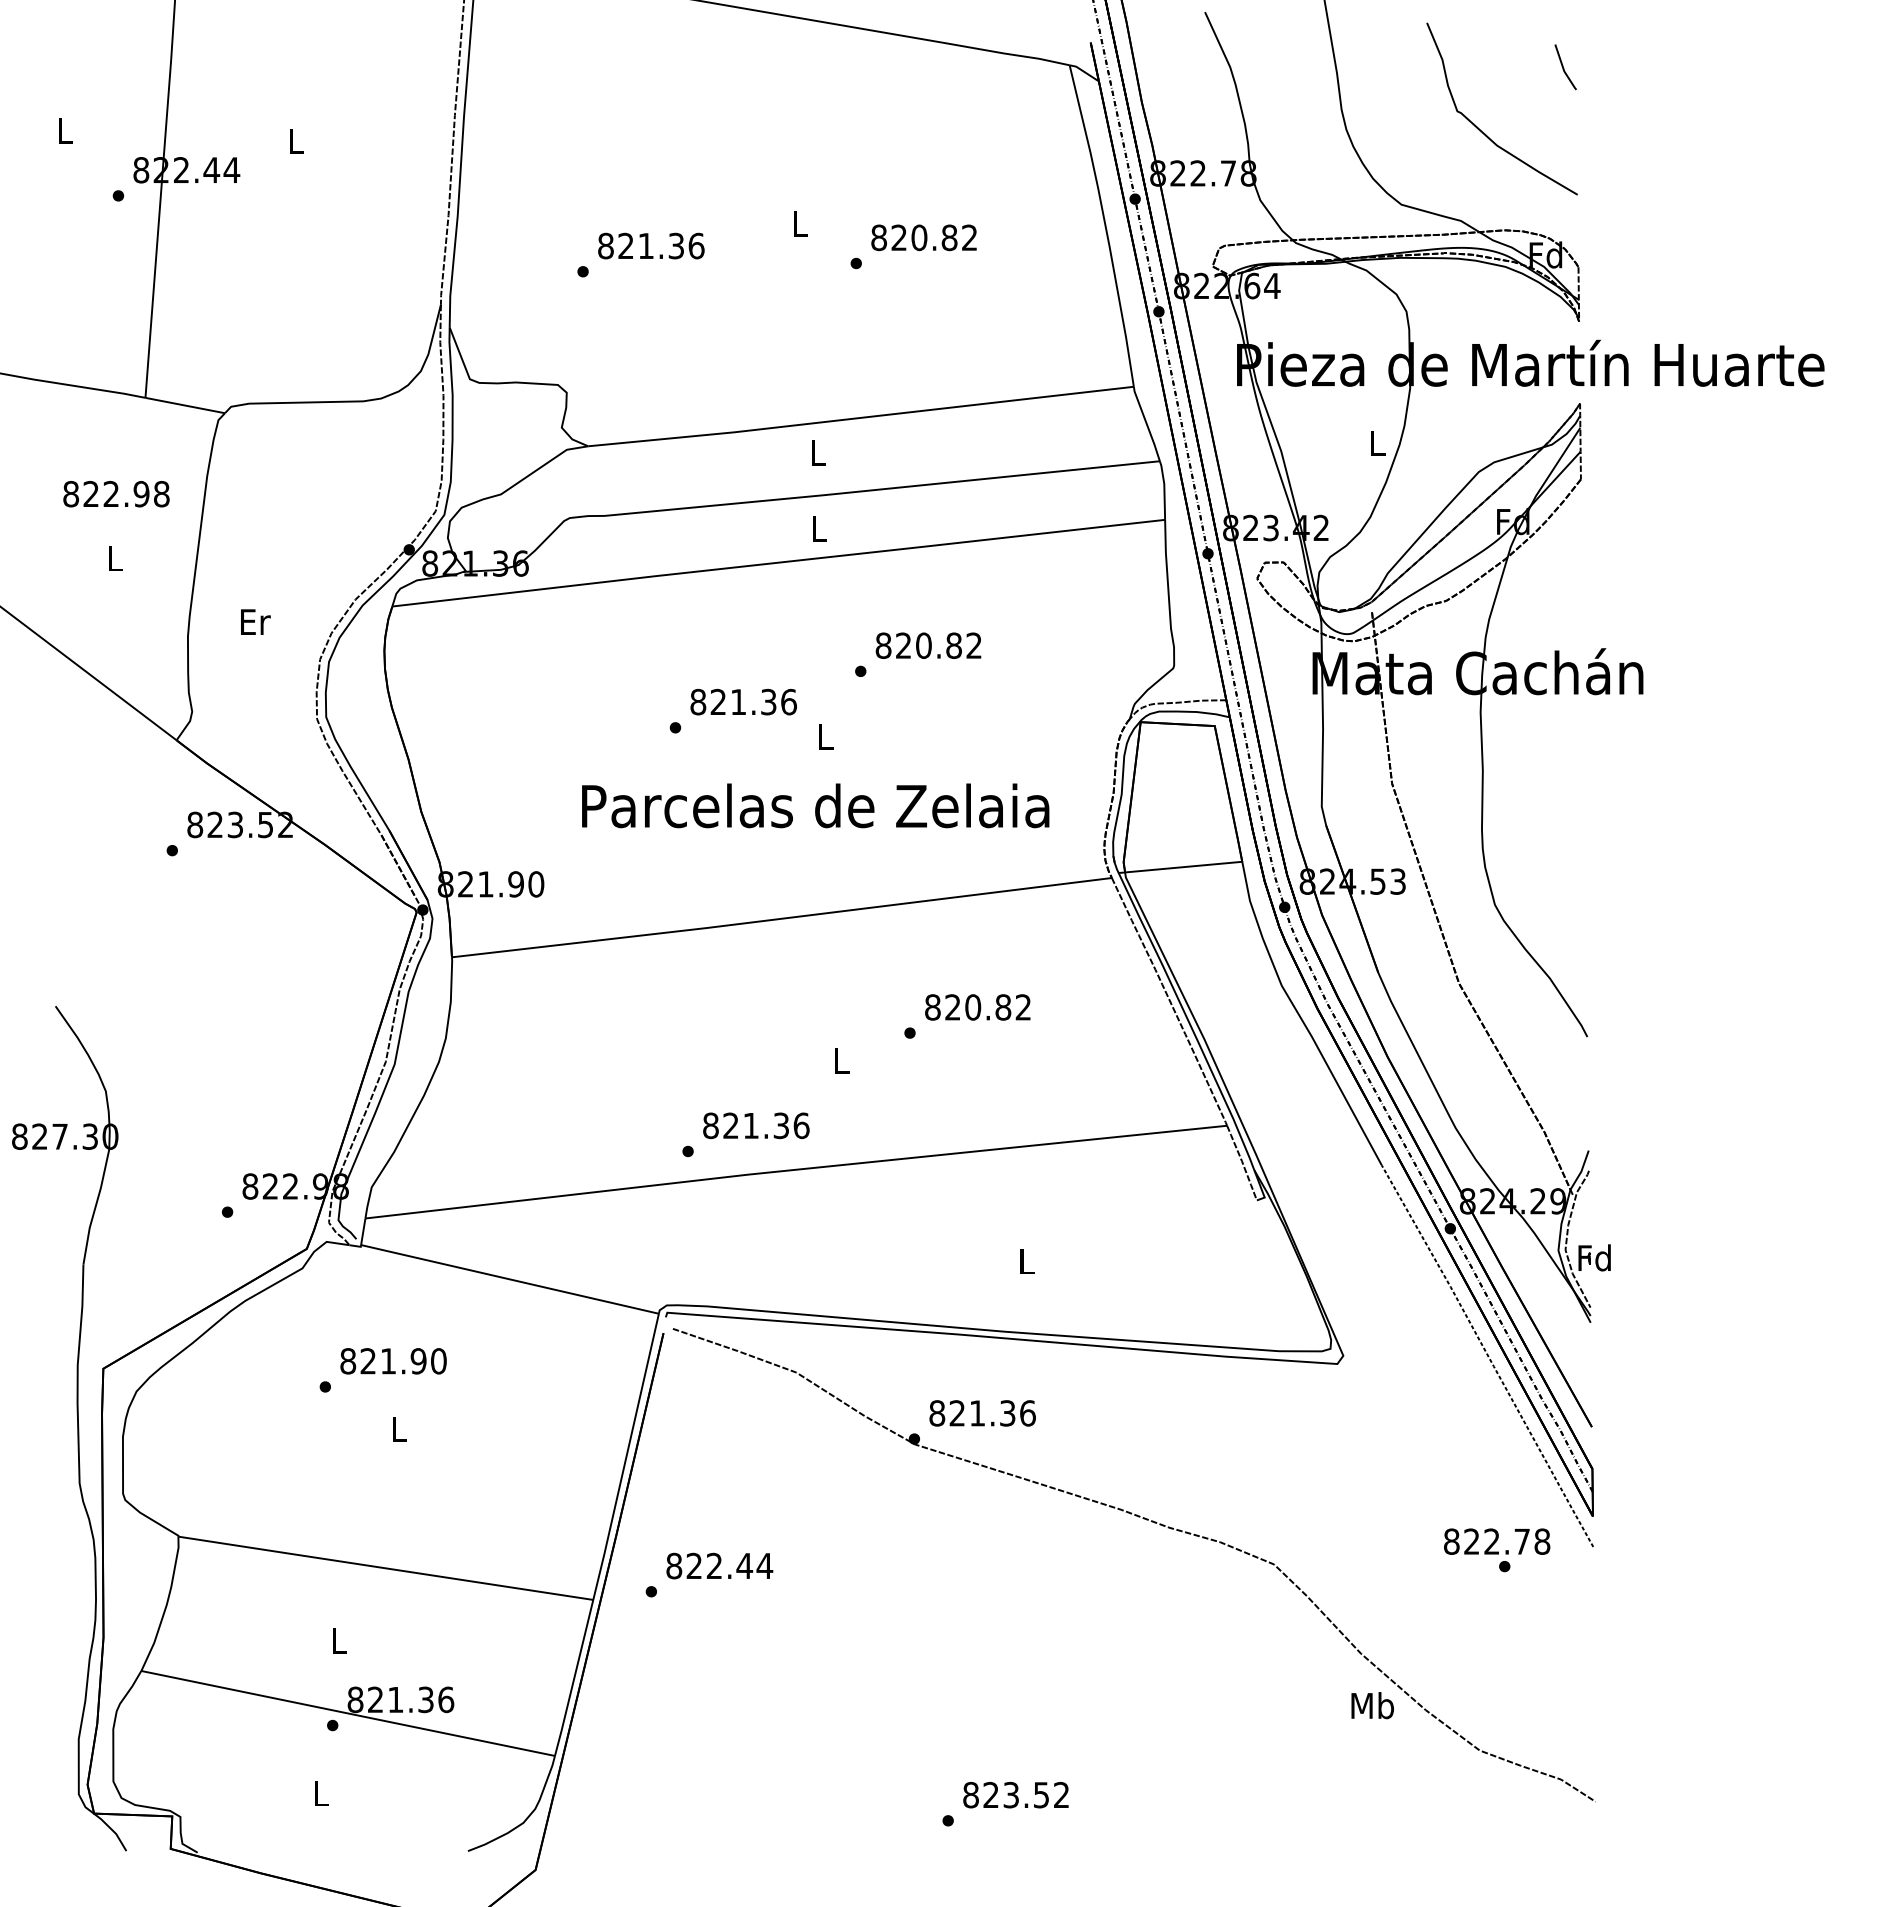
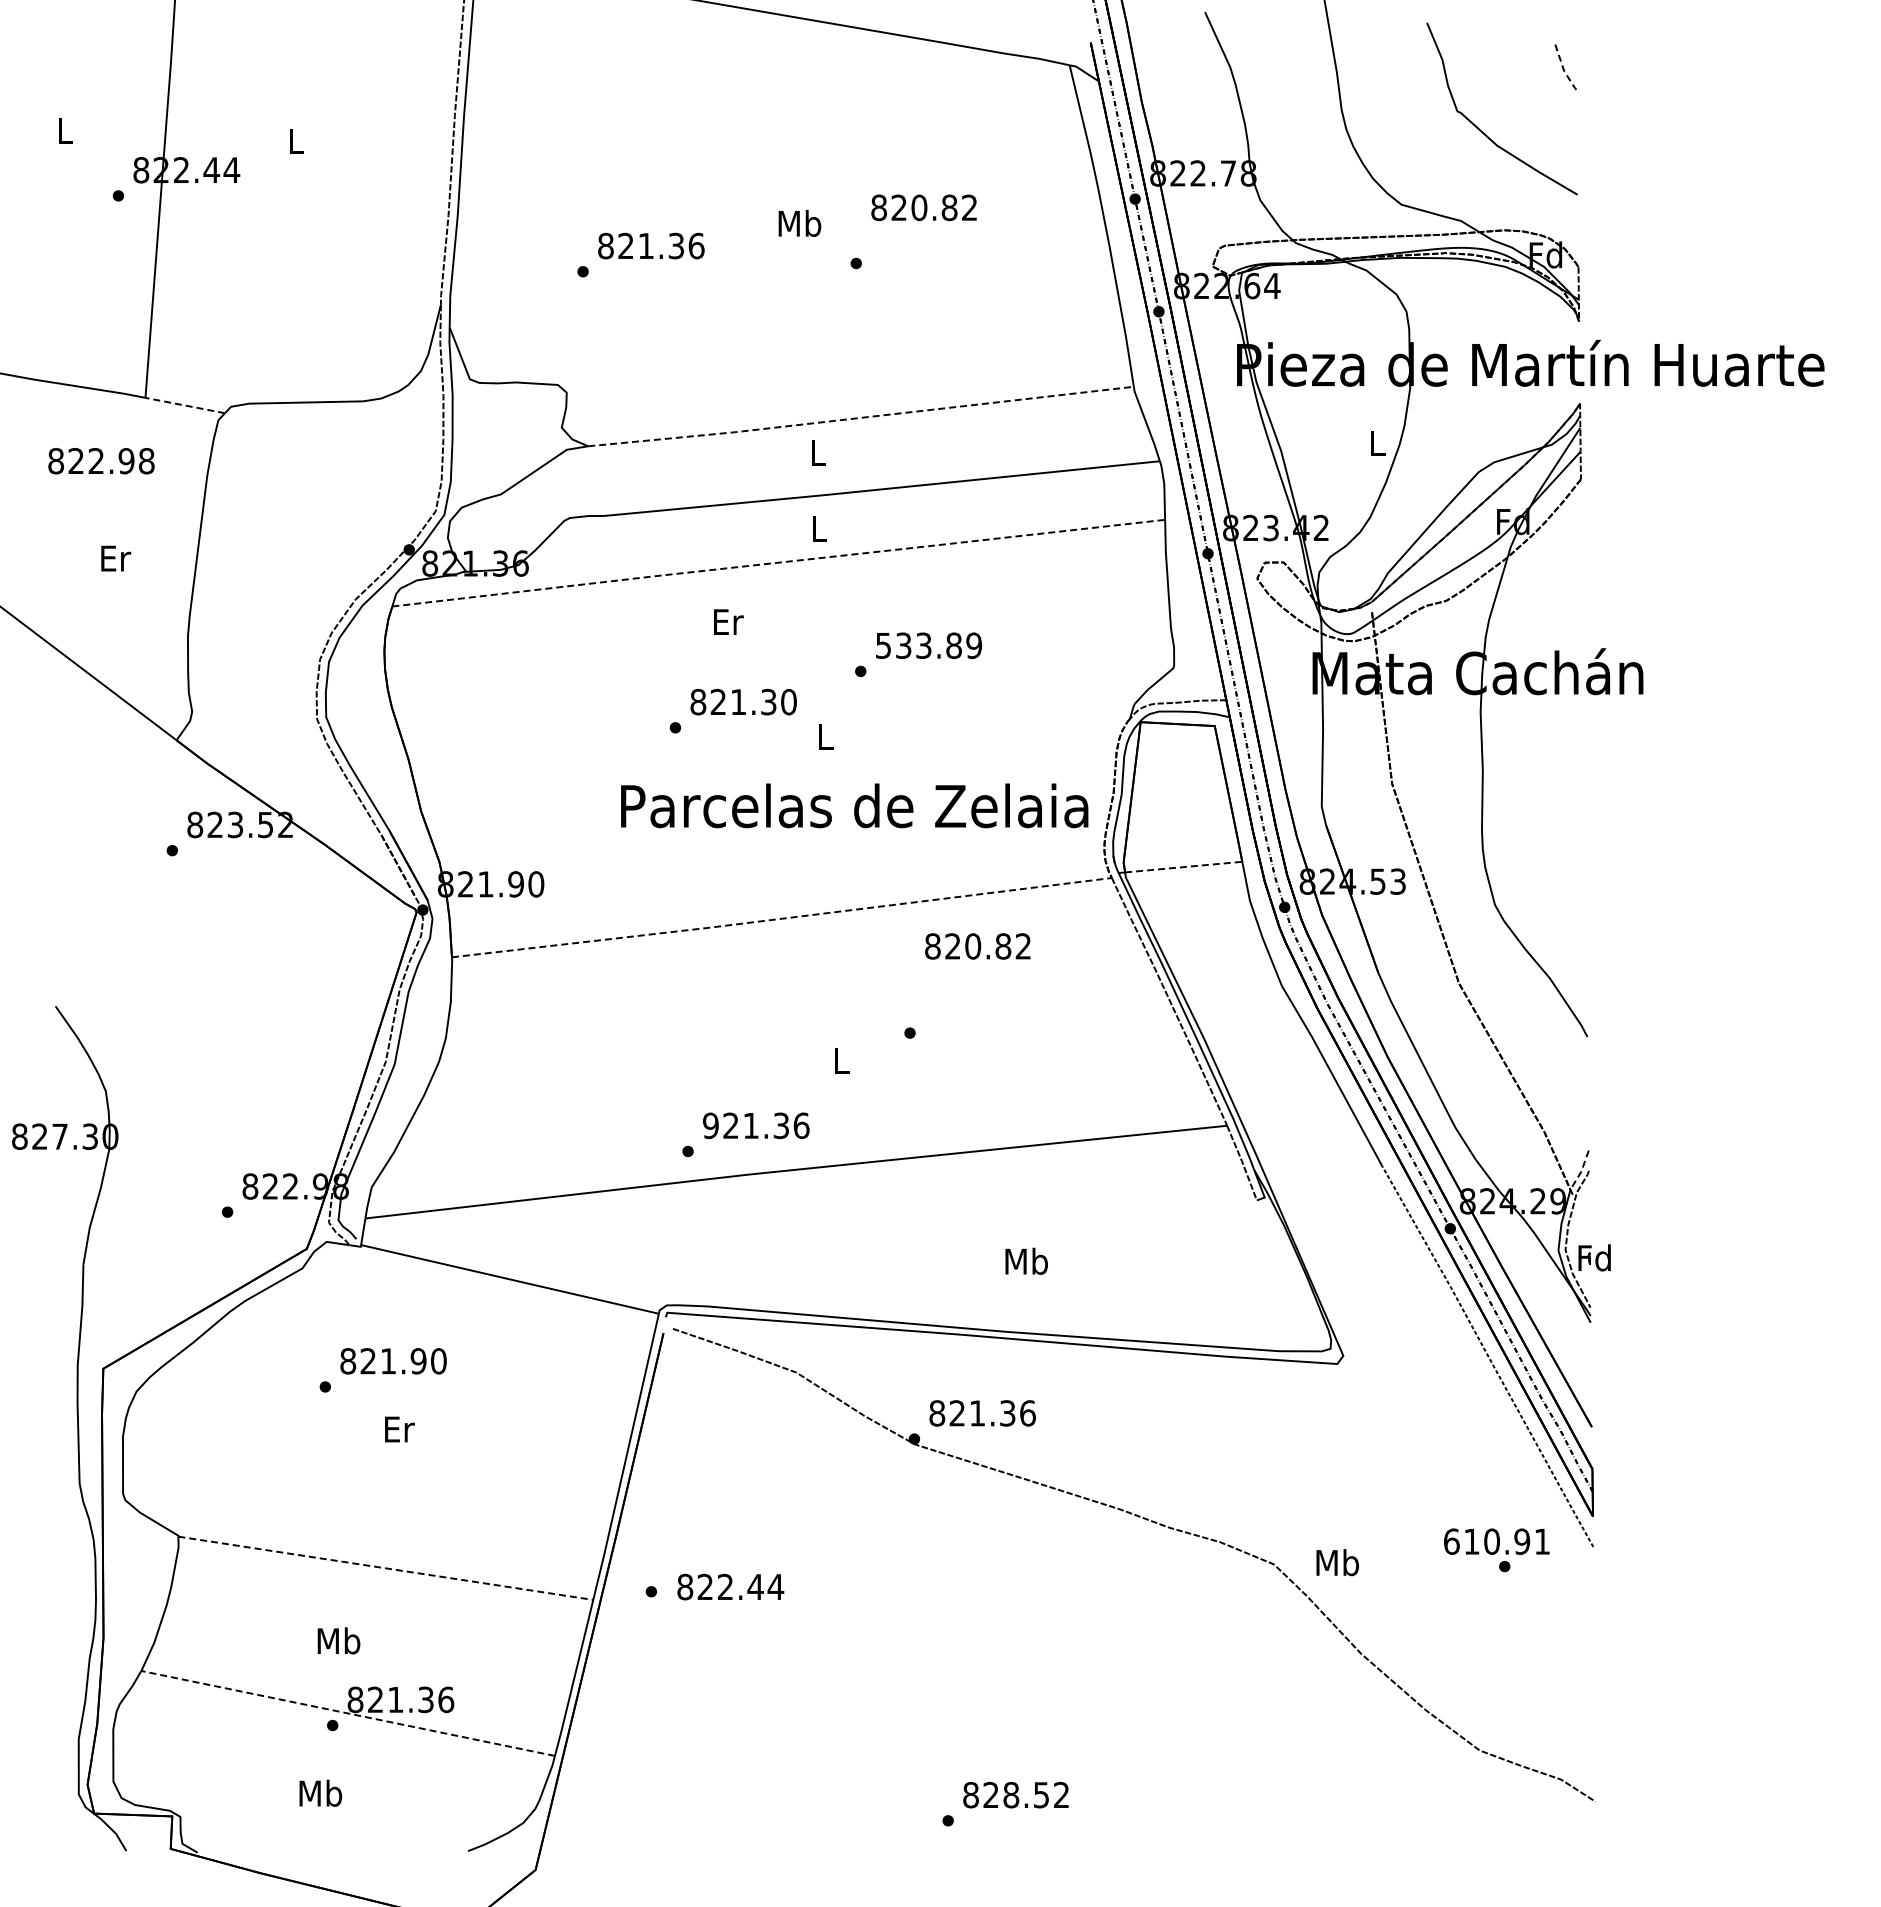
line at (1563, 69): solid -> dashed
text at (799, 222): L -> Mb
text at (923, 237) position: (923, 237) -> (923, 207)
line at (184, 405): solid -> dashed
line at (861, 417): solid -> dashed
text at (116, 494) position: (116, 494) -> (101, 461)
text at (116, 558): L -> Er
line at (779, 562): solid -> dashed
text at (255, 621) position: (255, 621) -> (728, 621)
text at (928, 645): 820.82 -> 533.89
text at (789, 701): 821.36 -> 821.30
text at (815, 805) position: (815, 805) -> (854, 805)
line at (1183, 867): solid -> dashed
line at (782, 918): solid -> dashed
text at (977, 1007) position: (977, 1007) -> (977, 946)
text at (710, 1125): 821.36 -> 921.36
line at (1581, 1171): solid -> dashed
text at (1026, 1260): L -> Mb
text at (399, 1429): L -> Er
text at (1497, 1541): 822.78 -> 610.91
text at (719, 1565) position: (719, 1565) -> (730, 1586)
line at (385, 1568): solid -> dashed
text at (338, 1640): L -> Mb
text at (1372, 1705) position: (1372, 1705) -> (1337, 1562)
line at (347, 1713): solid -> dashed
text at (320, 1792): L -> Mb
text at (1011, 1795): 823.52 -> 828.52
